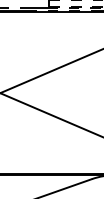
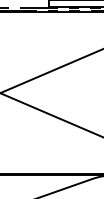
line at (76, 0): dashed -> solid
line at (76, 6): dashed -> solid
